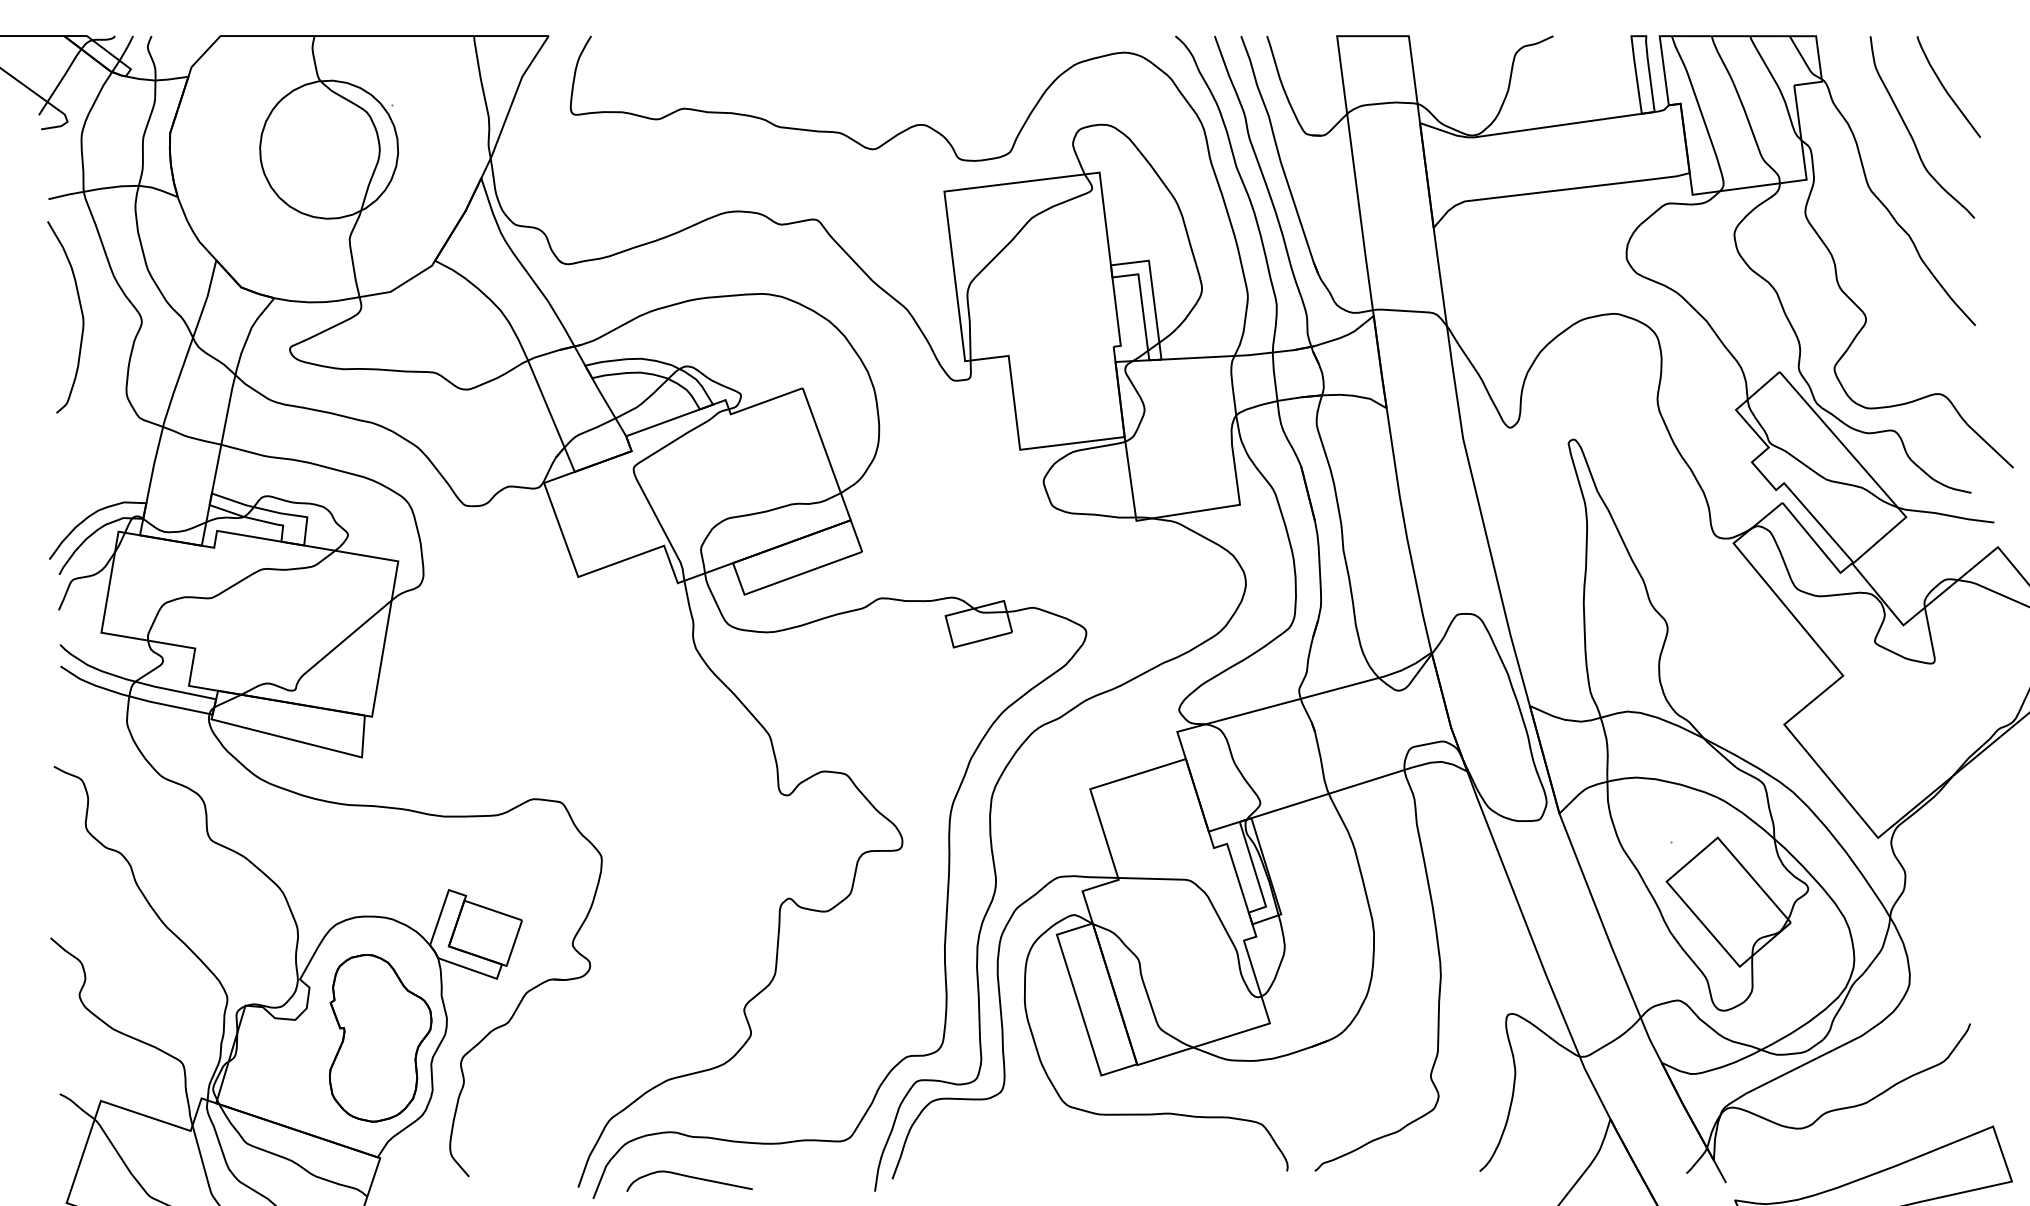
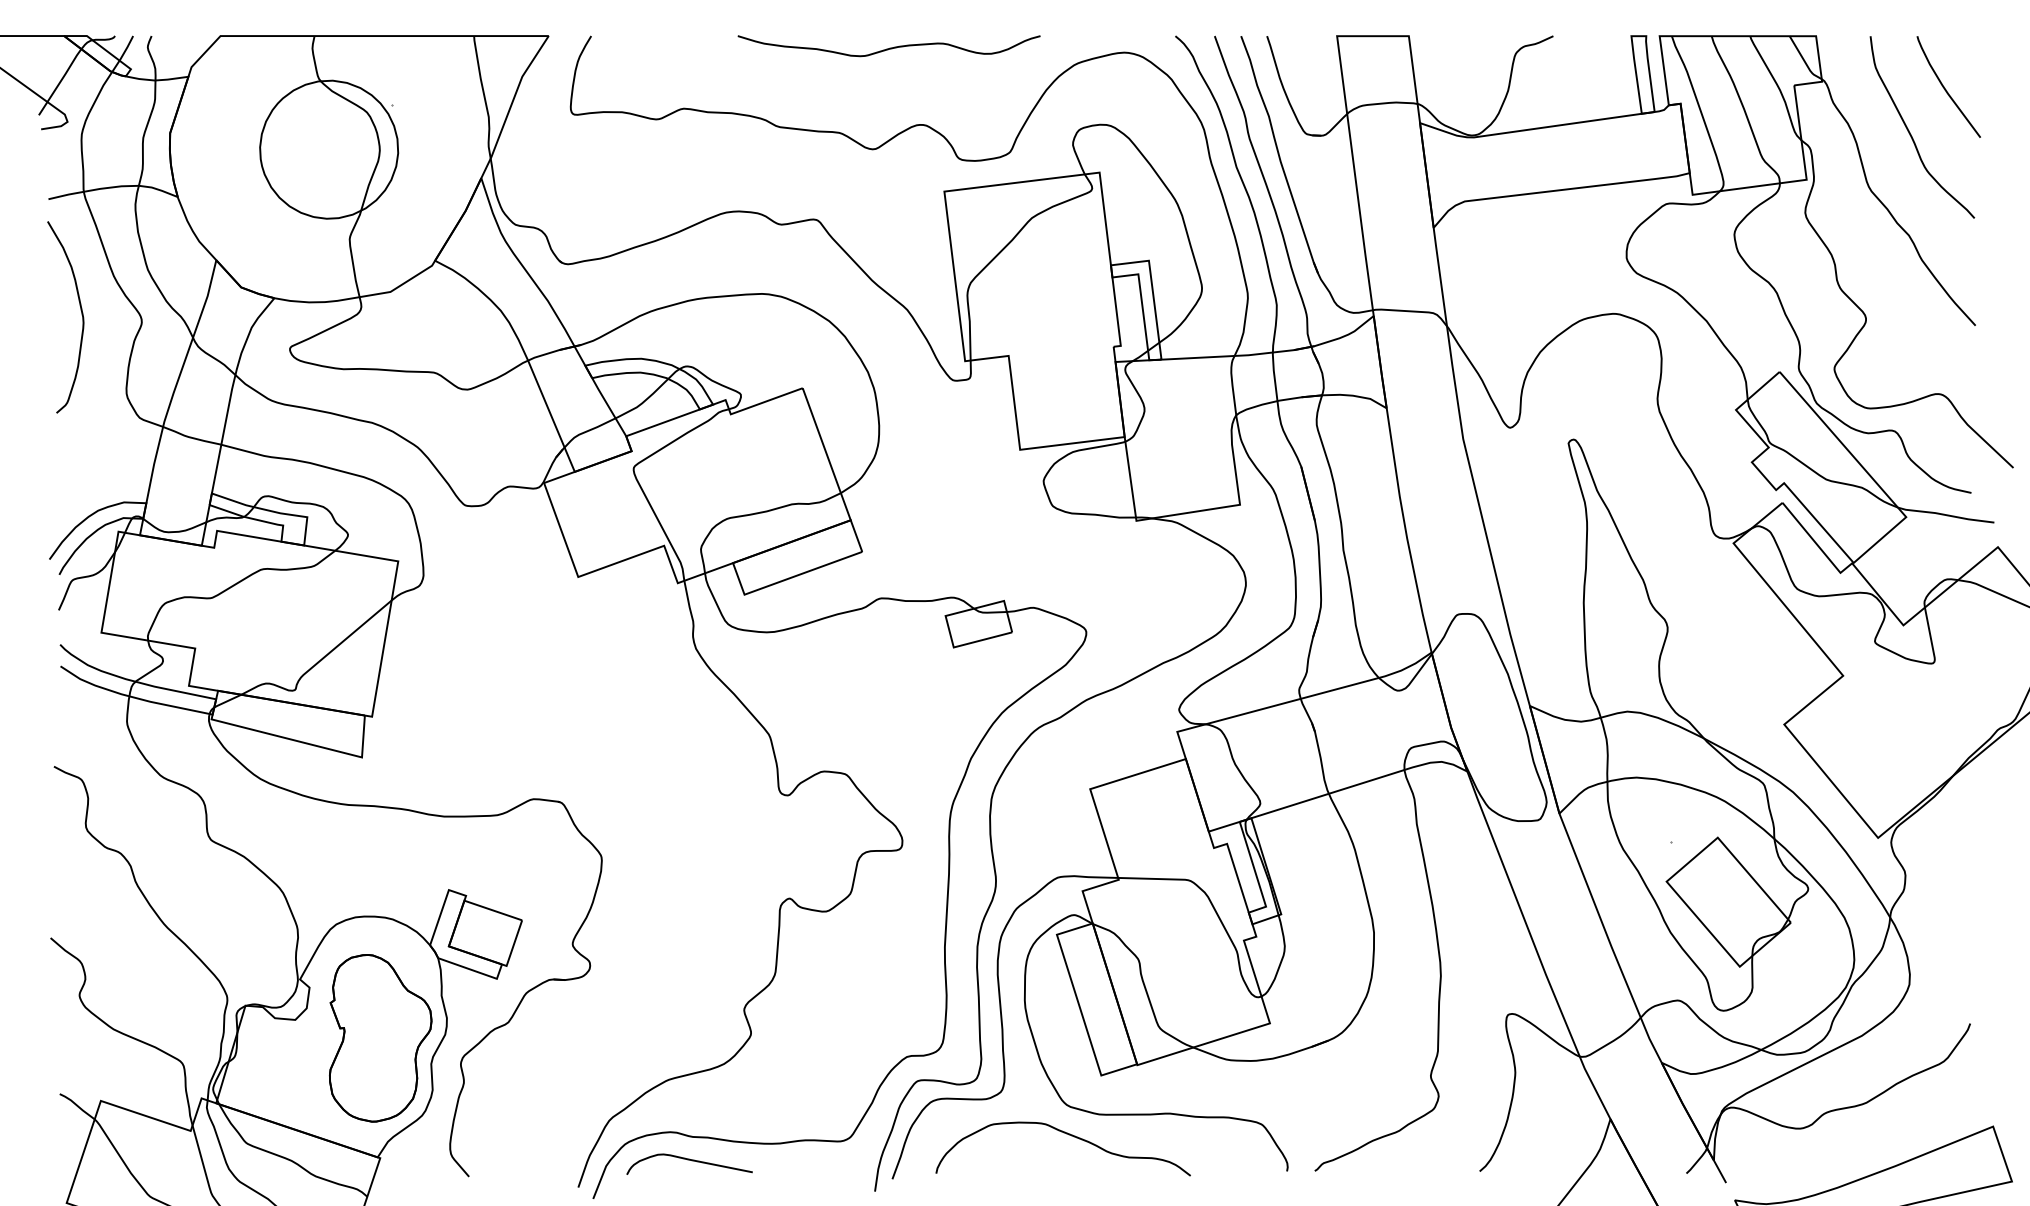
curve at (889, 47): none -> present
curve at (1066, 1134): none -> present
curve at (689, 1177) position: (689, 1177) -> (689, 1160)
